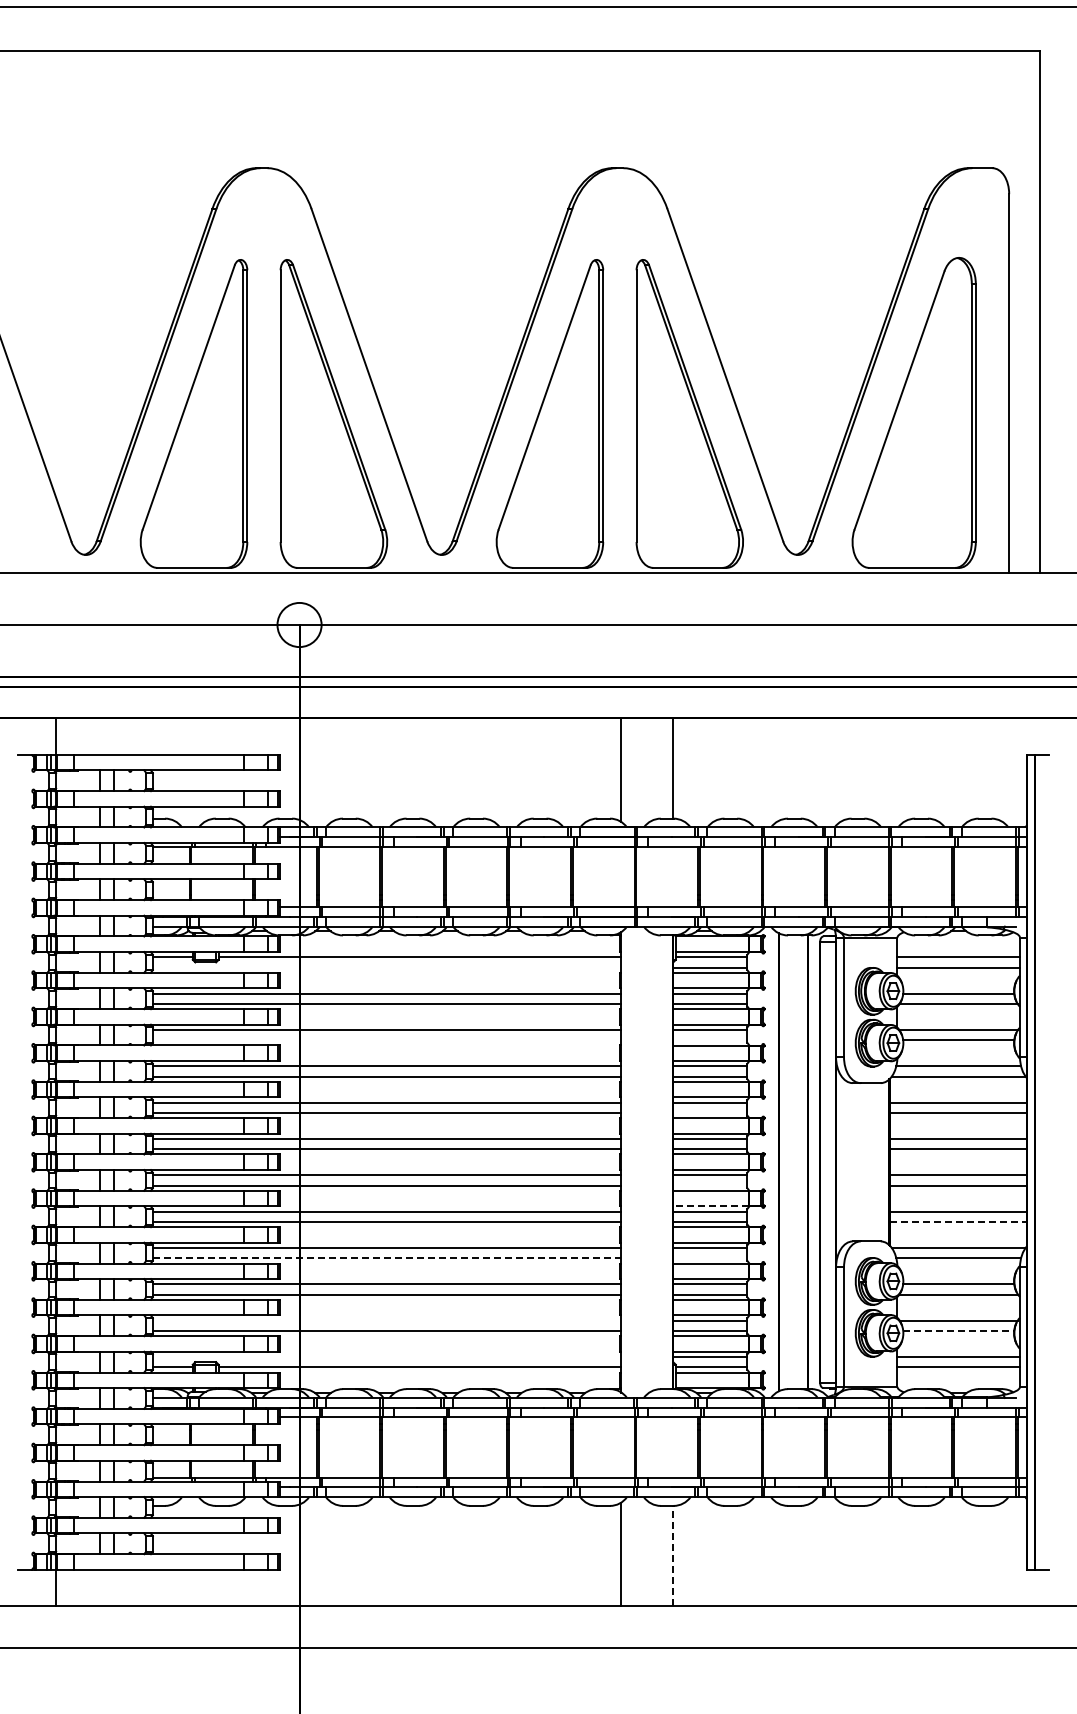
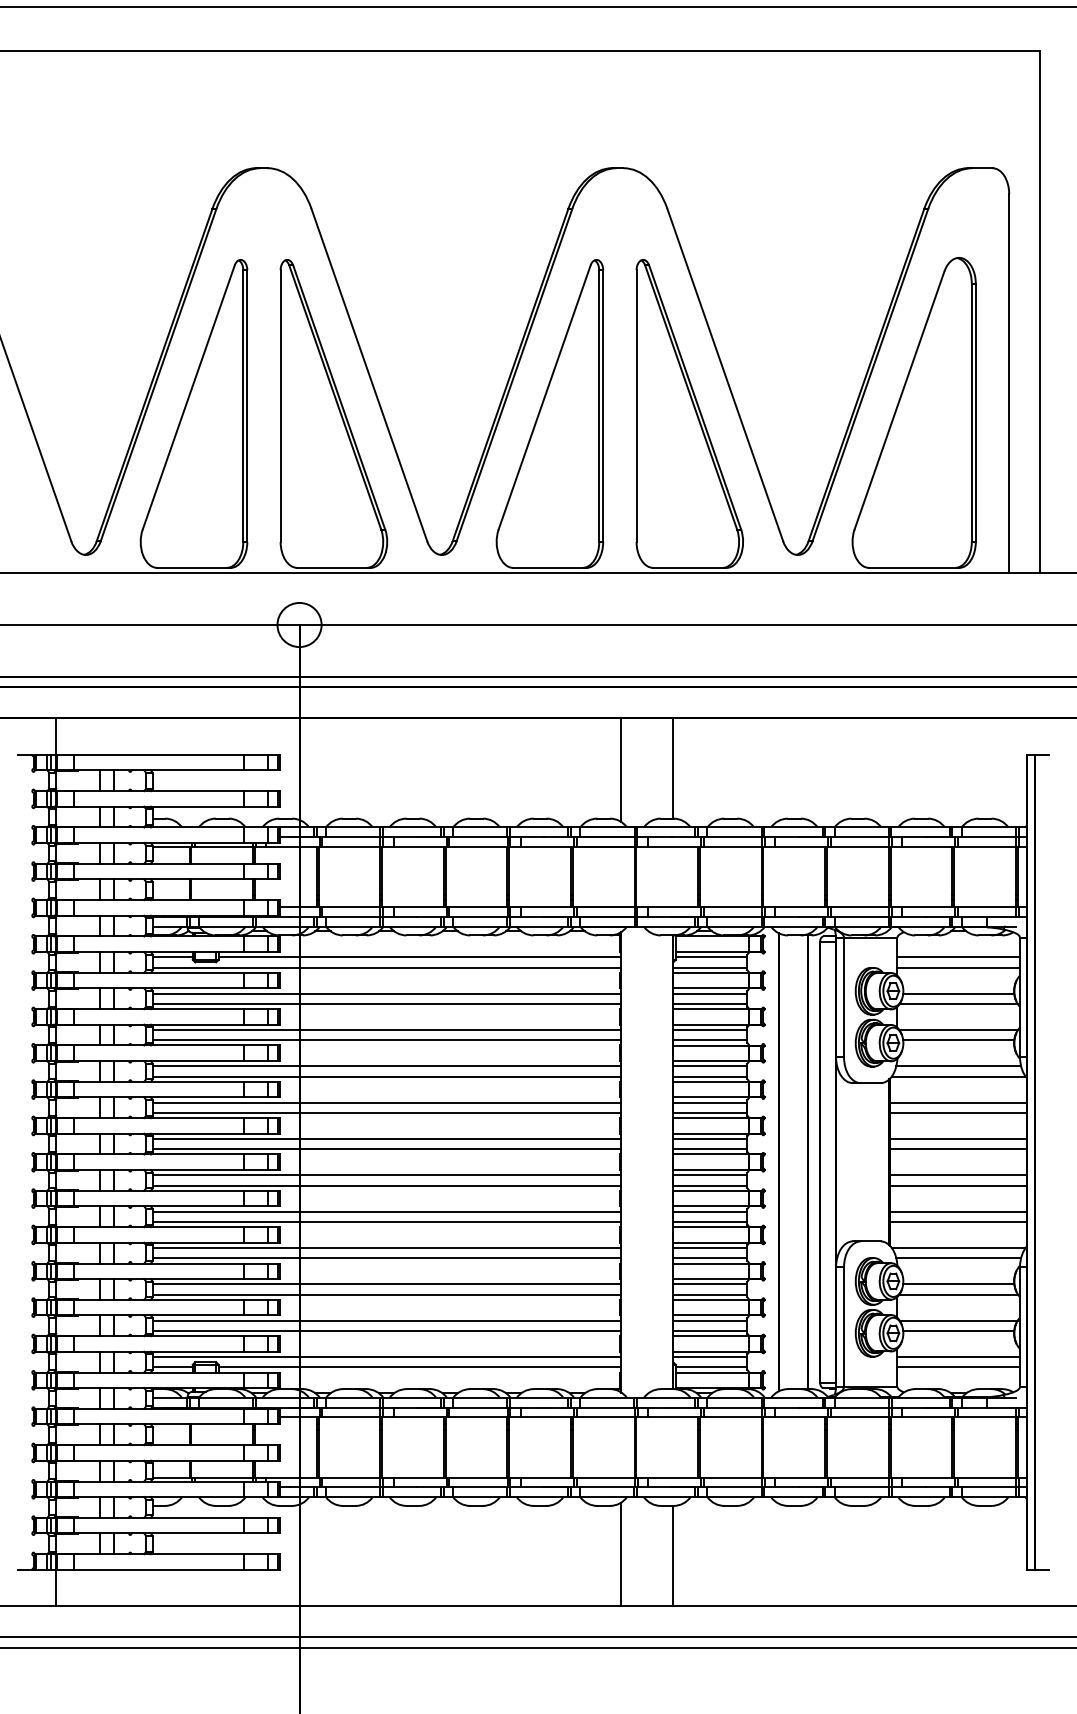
line at (386, 967): none -> present
line at (386, 1040): none -> present
line at (710, 1040): none -> present
line at (710, 1112): none -> present
line at (710, 1185): none -> present
line at (711, 1206): dashed -> solid
line at (958, 1221): dashed -> solid
line at (387, 1258): dashed -> solid
line at (710, 1258): none -> present
line at (386, 1320): none -> present
line at (959, 1330): dashed -> solid
line at (386, 1356): none -> present
line at (673, 1555): dashed -> solid
line at (537, 1637): none -> present
